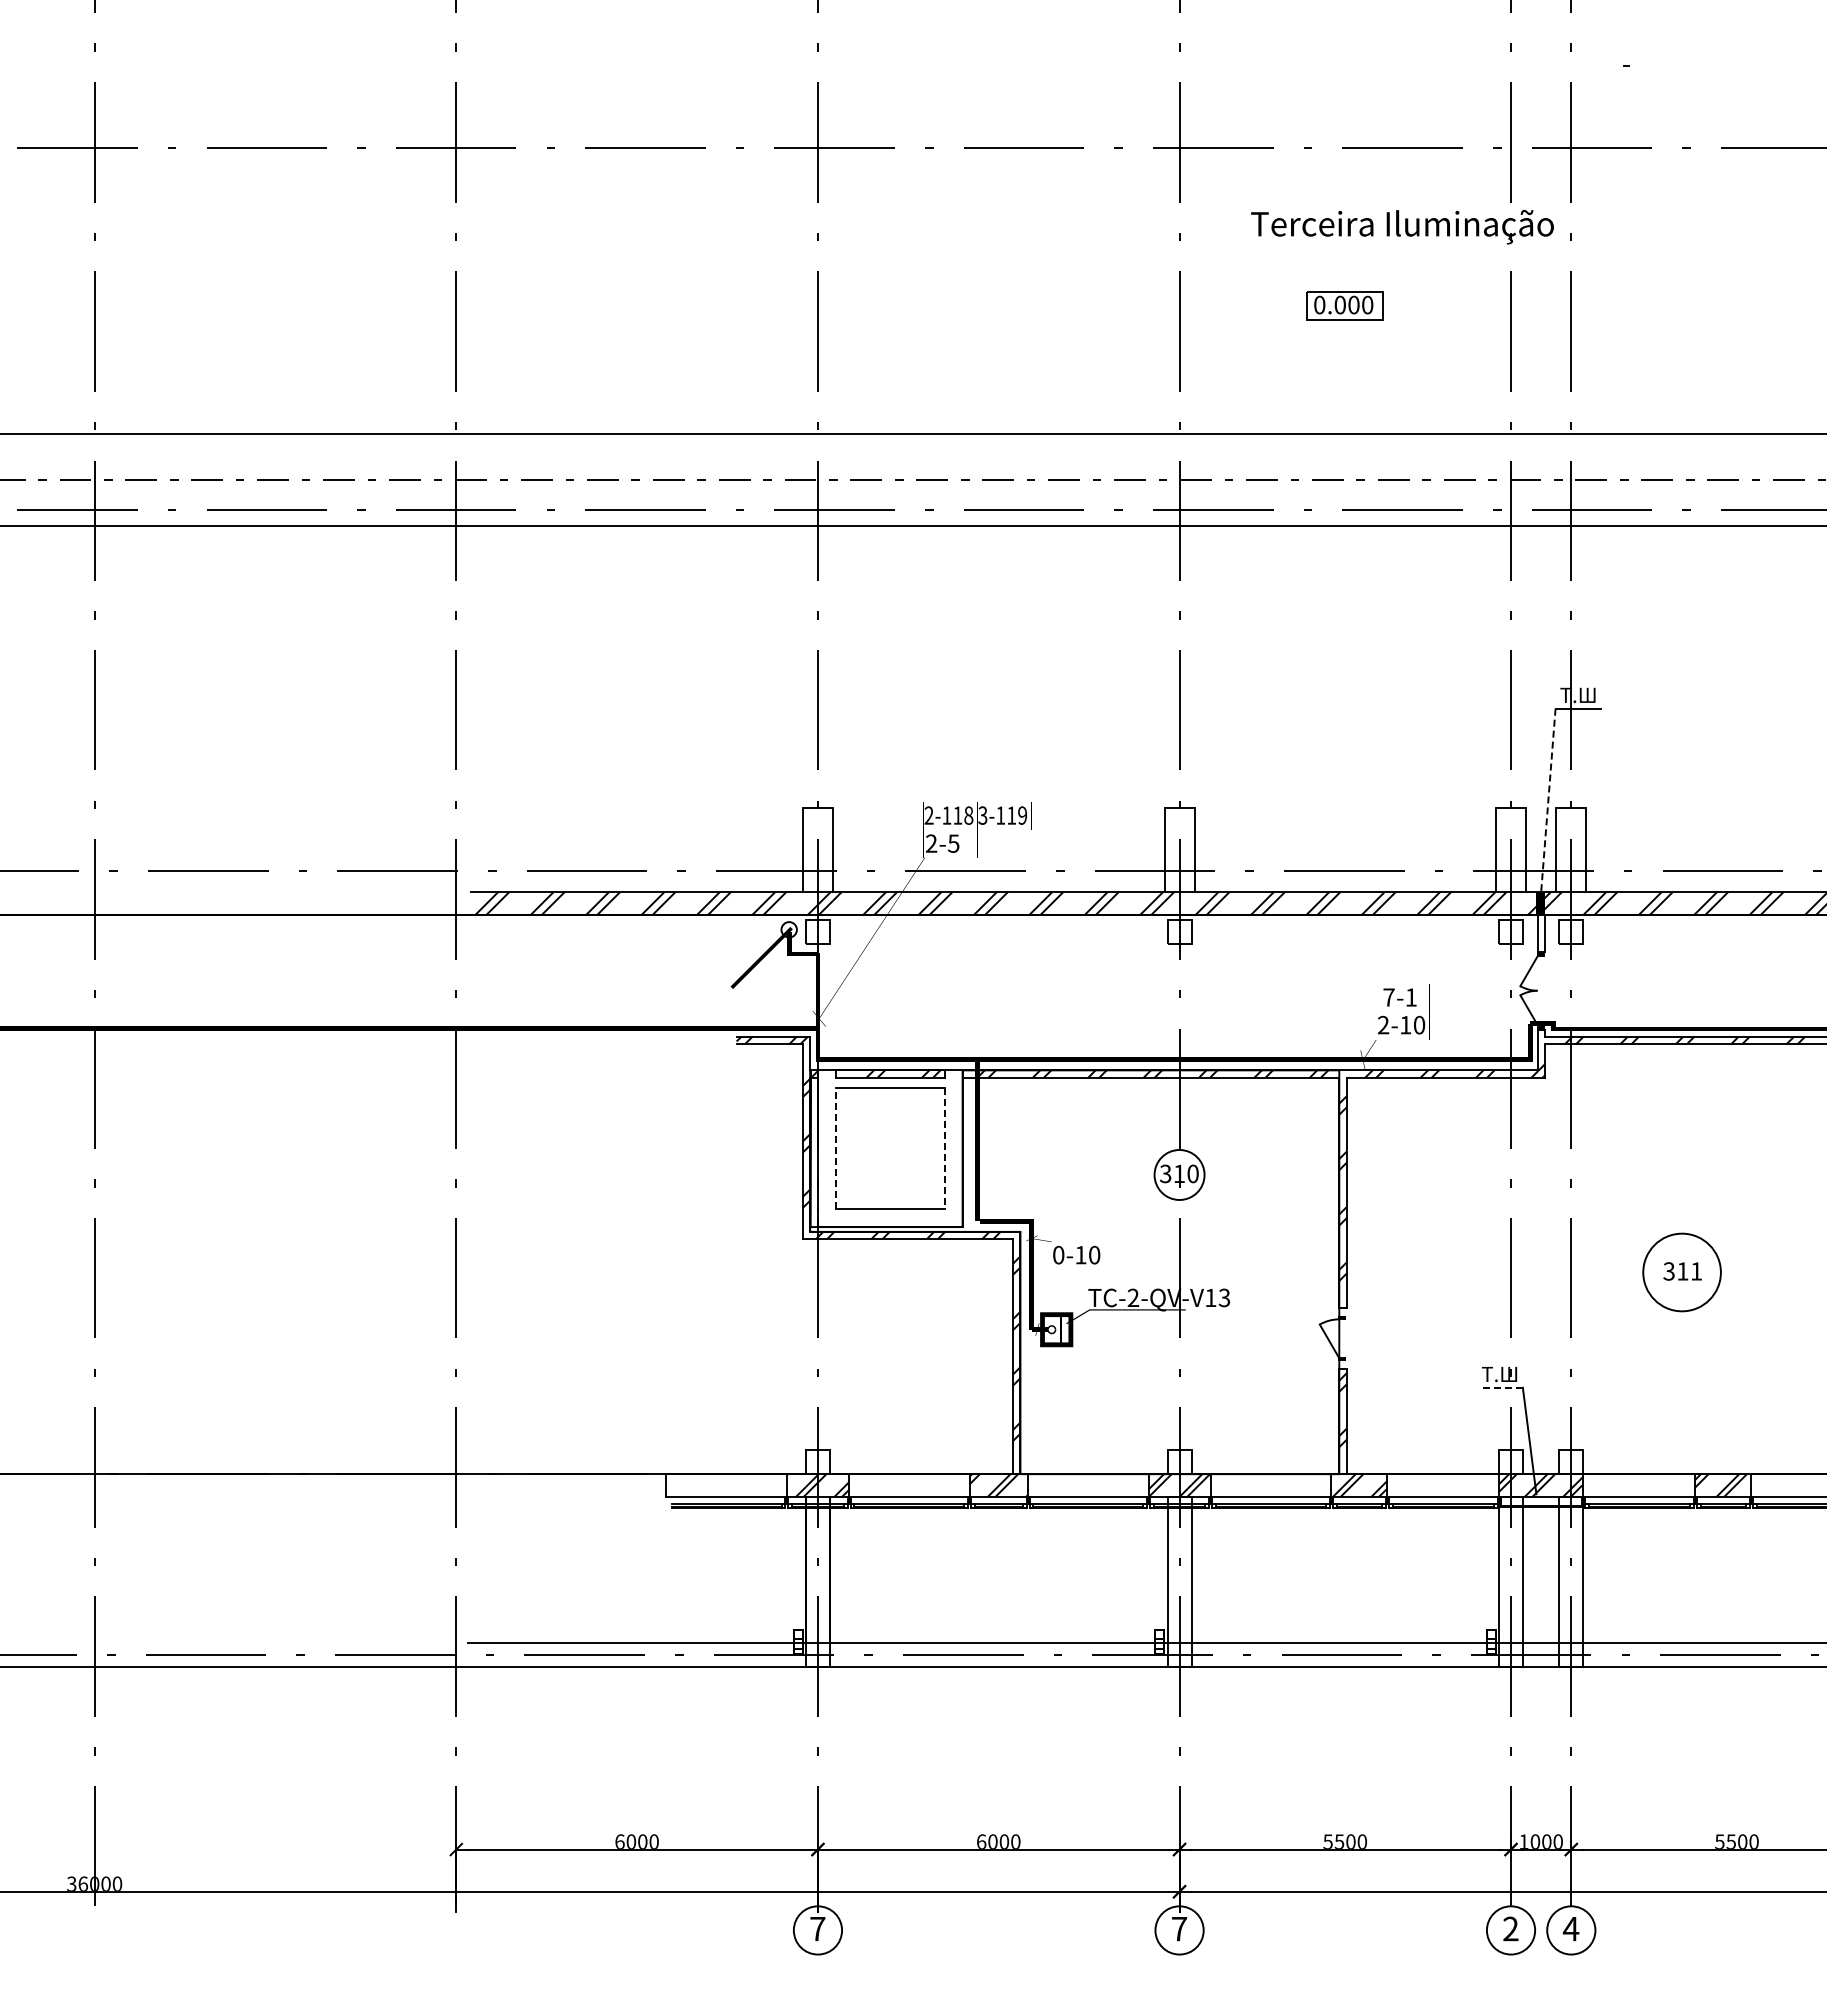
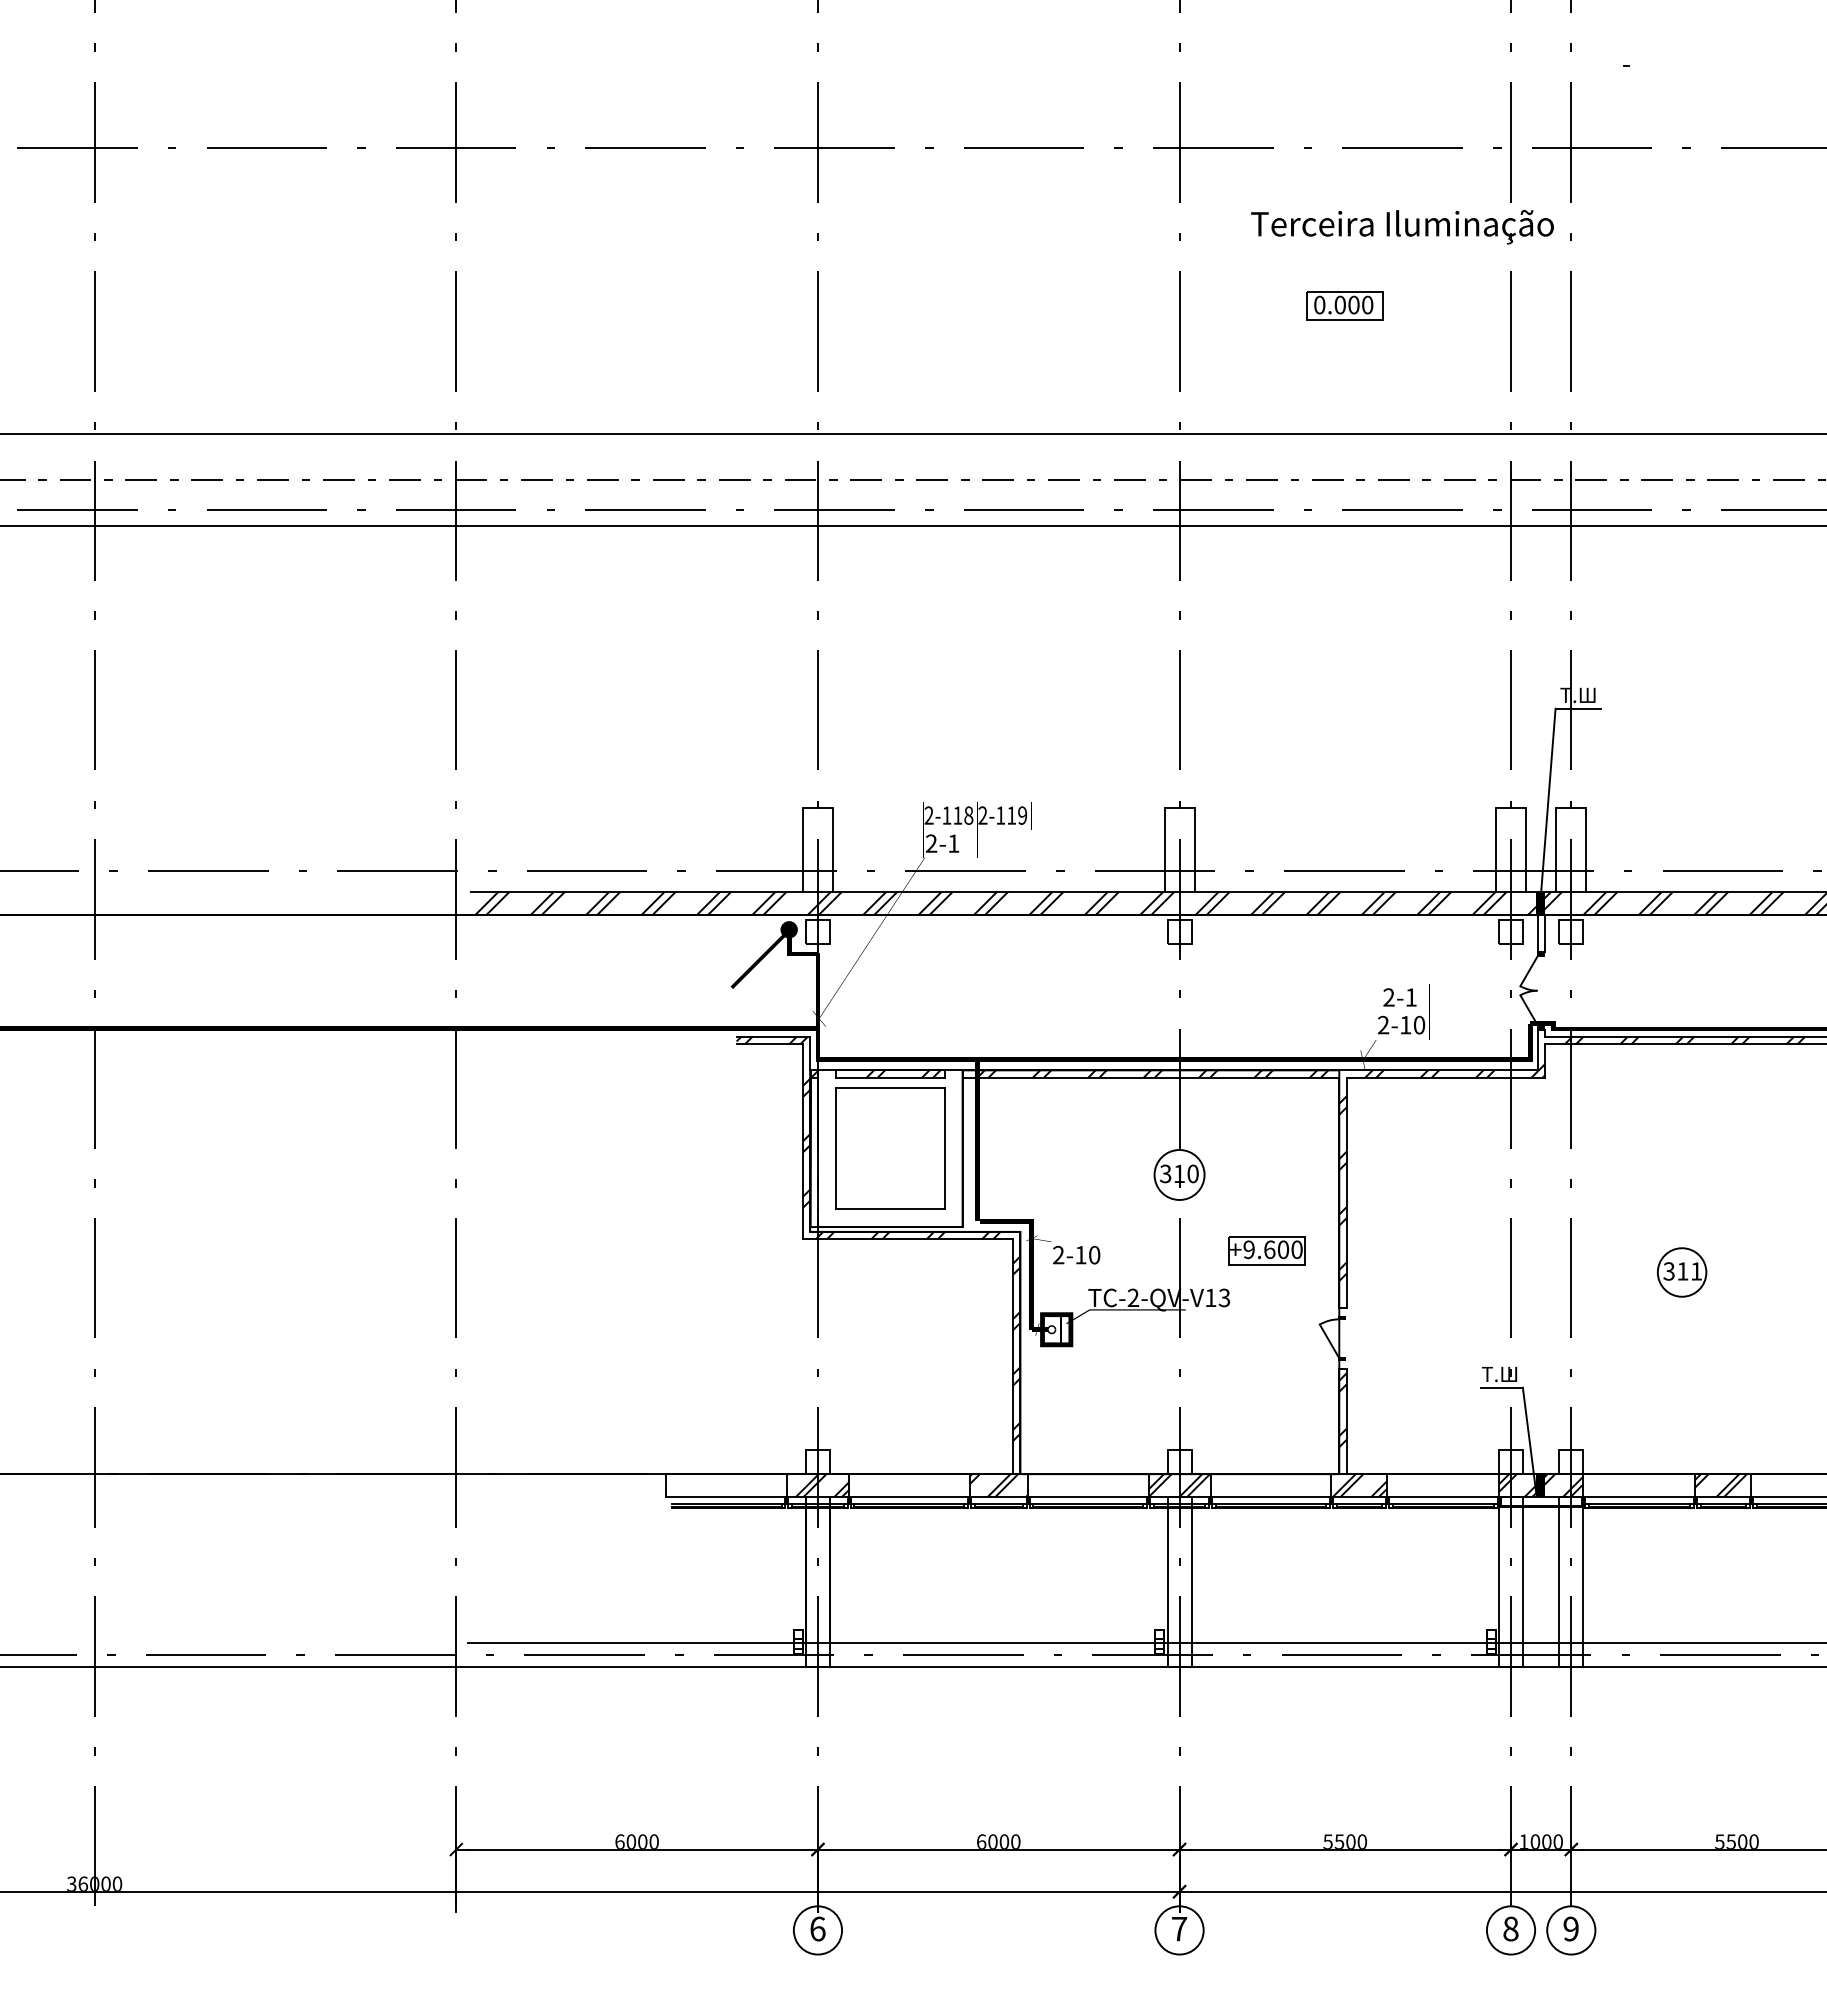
line at (1548, 800): dashed -> solid
text at (982, 815): 3-119 -> 2-119
text at (953, 843): 2-5 -> 2-1
fill at (788, 929): none -> present
text at (1388, 997): 7-1 -> 2-1
line at (836, 1148): dashed -> solid
line at (944, 1149): dashed -> solid
part at (1266, 1250): none -> present
text at (1058, 1255): 0-10 -> 2-10
circle at (1681, 1272) diameter: 78 px -> 49 px
line at (1502, 1387): dashed -> solid
fill at (1540, 1485): none -> present
text at (817, 1928): 7 -> 6
text at (1510, 1928): 2 -> 8
text at (1570, 1928): 4 -> 9
